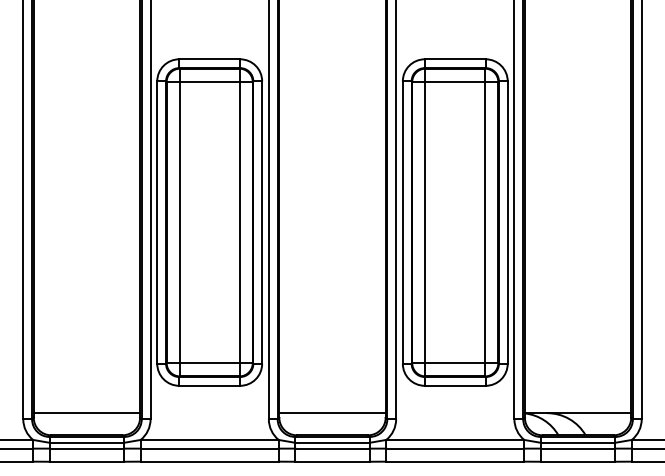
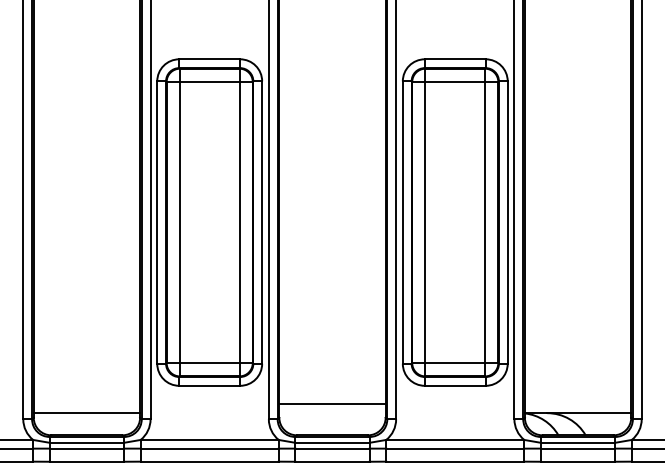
line at (332, 413) position: (332, 413) -> (332, 404)
